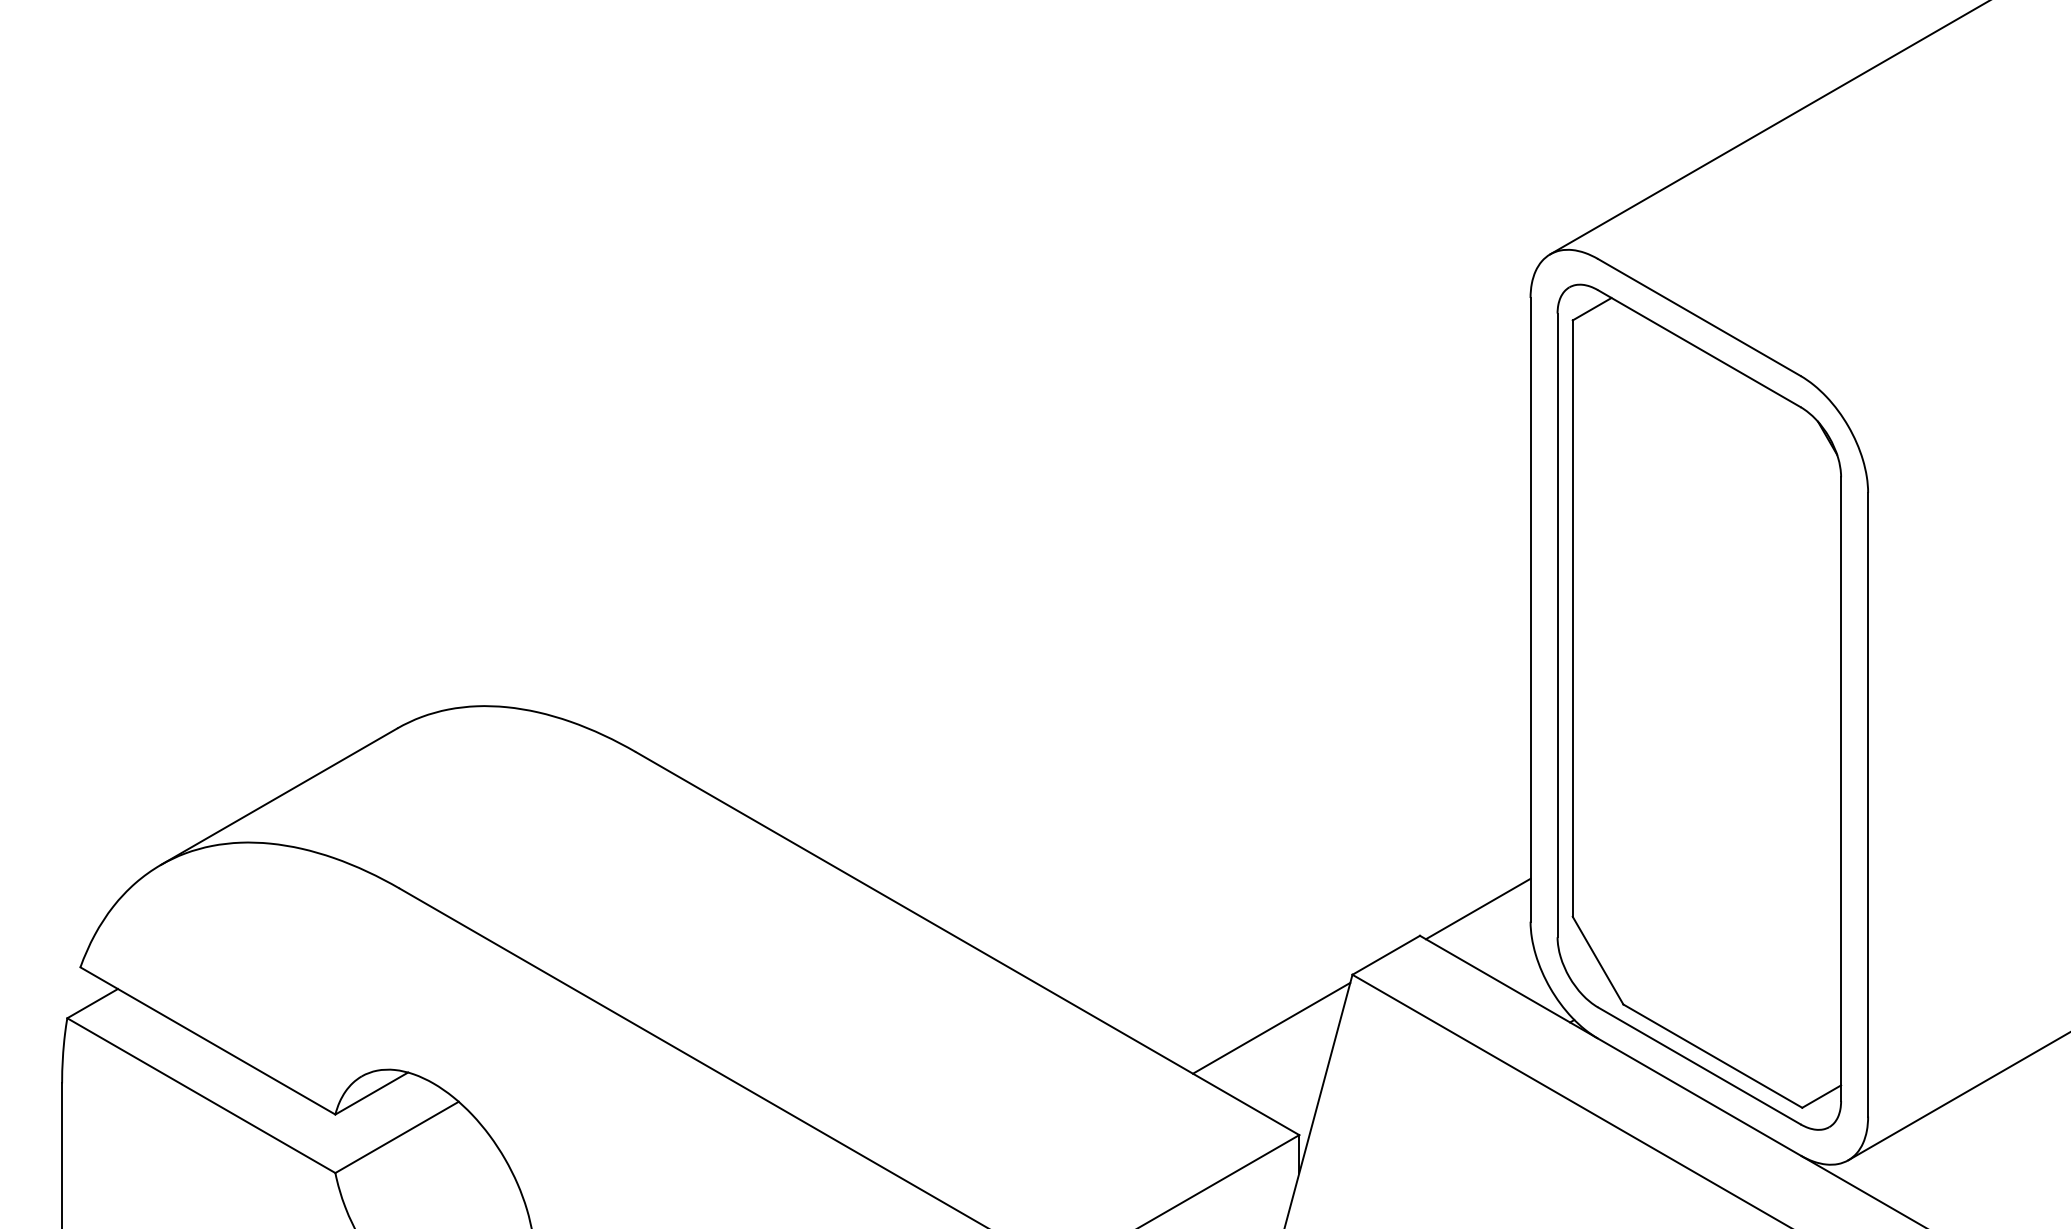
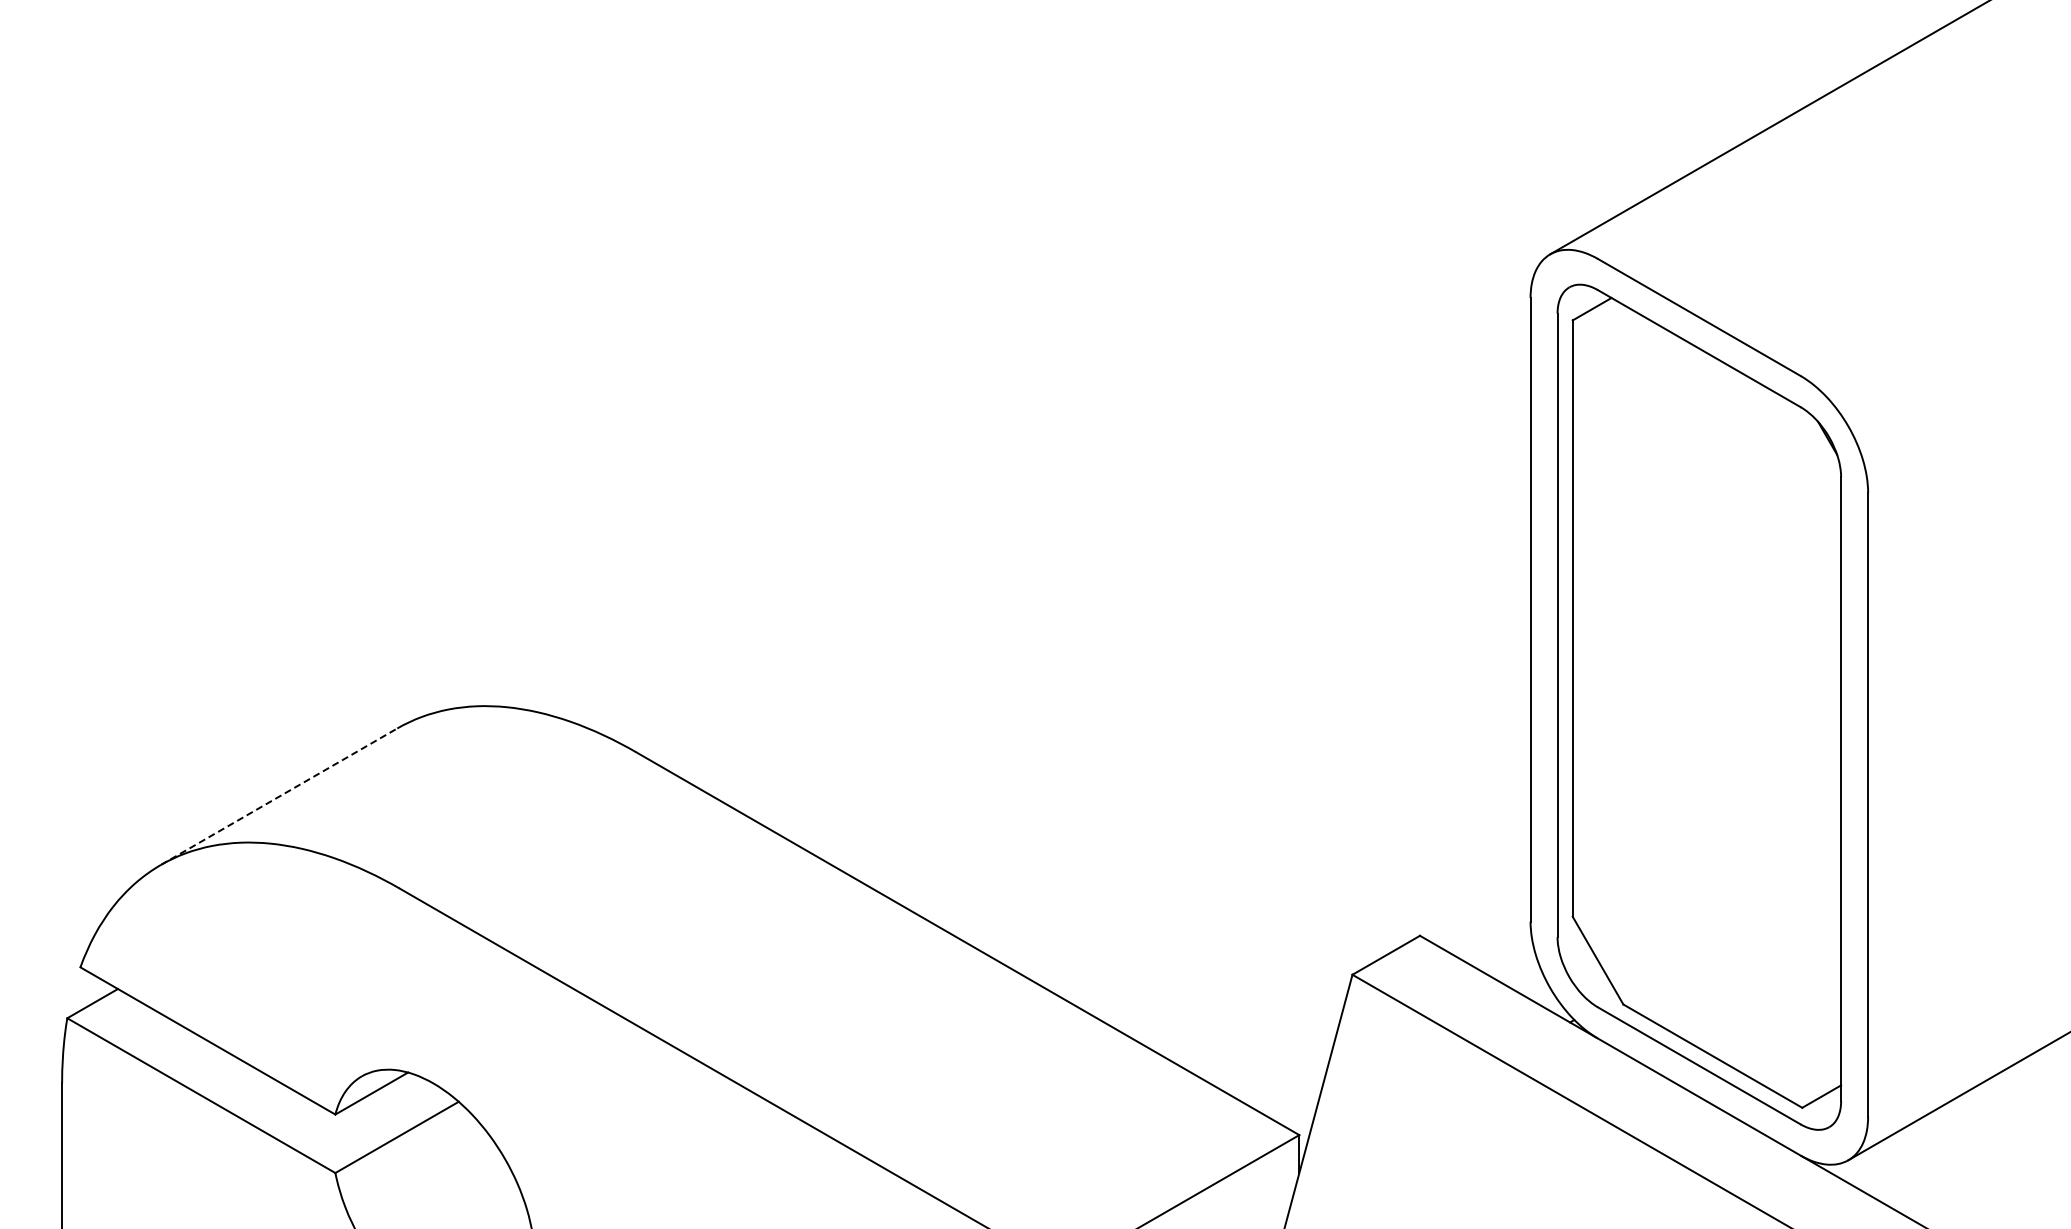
line at (279, 796): solid -> dashed
line at (1477, 908): present -> none
line at (1271, 1027): present -> none
